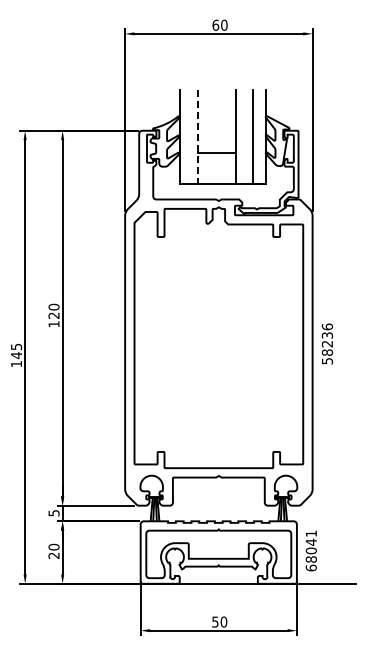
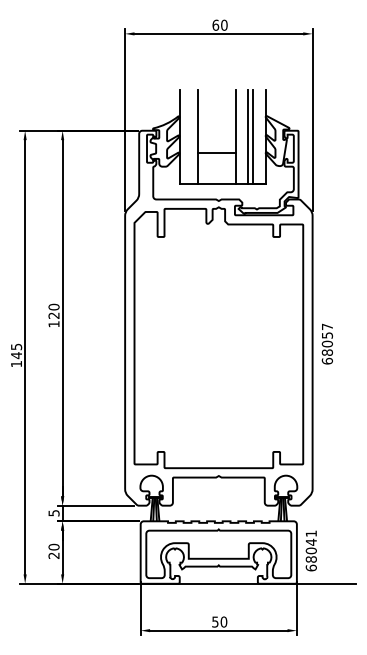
line at (198, 136): dashed -> solid
line at (248, 136): none -> present
text at (326, 343): 58236 -> 68057
